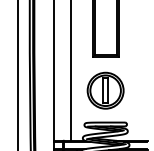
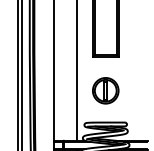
line at (70, 71) position: (70, 71) -> (76, 71)
line at (22, 74): none -> present
part at (105, 90) size: 39x39 px -> 28x28 px
